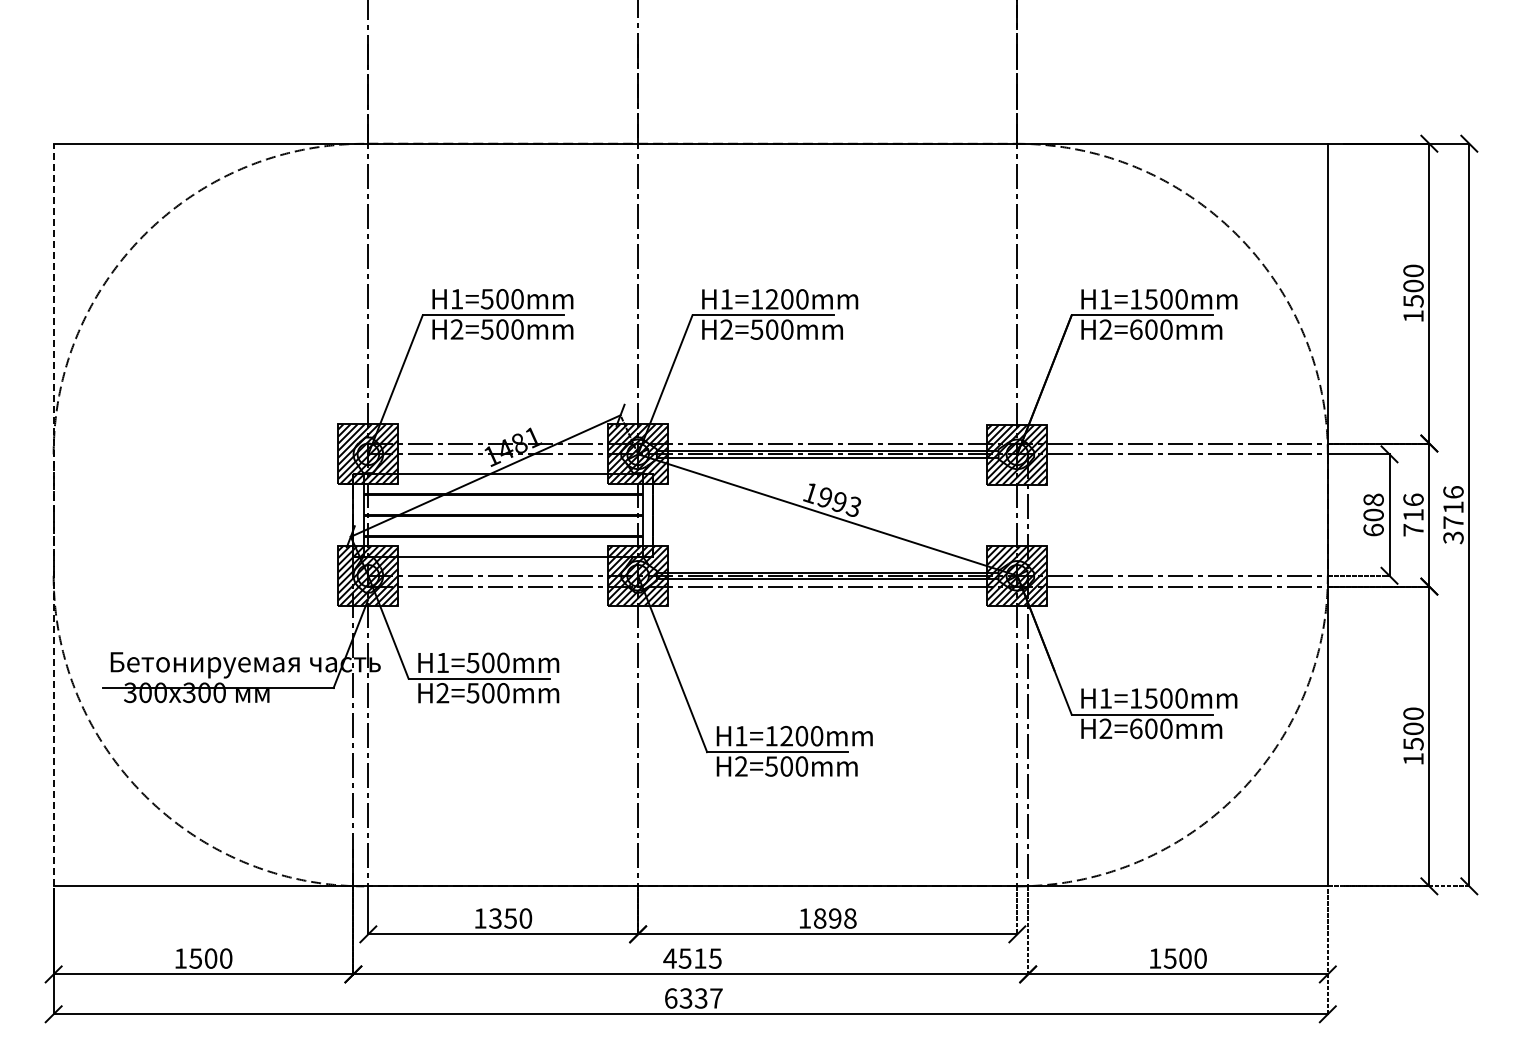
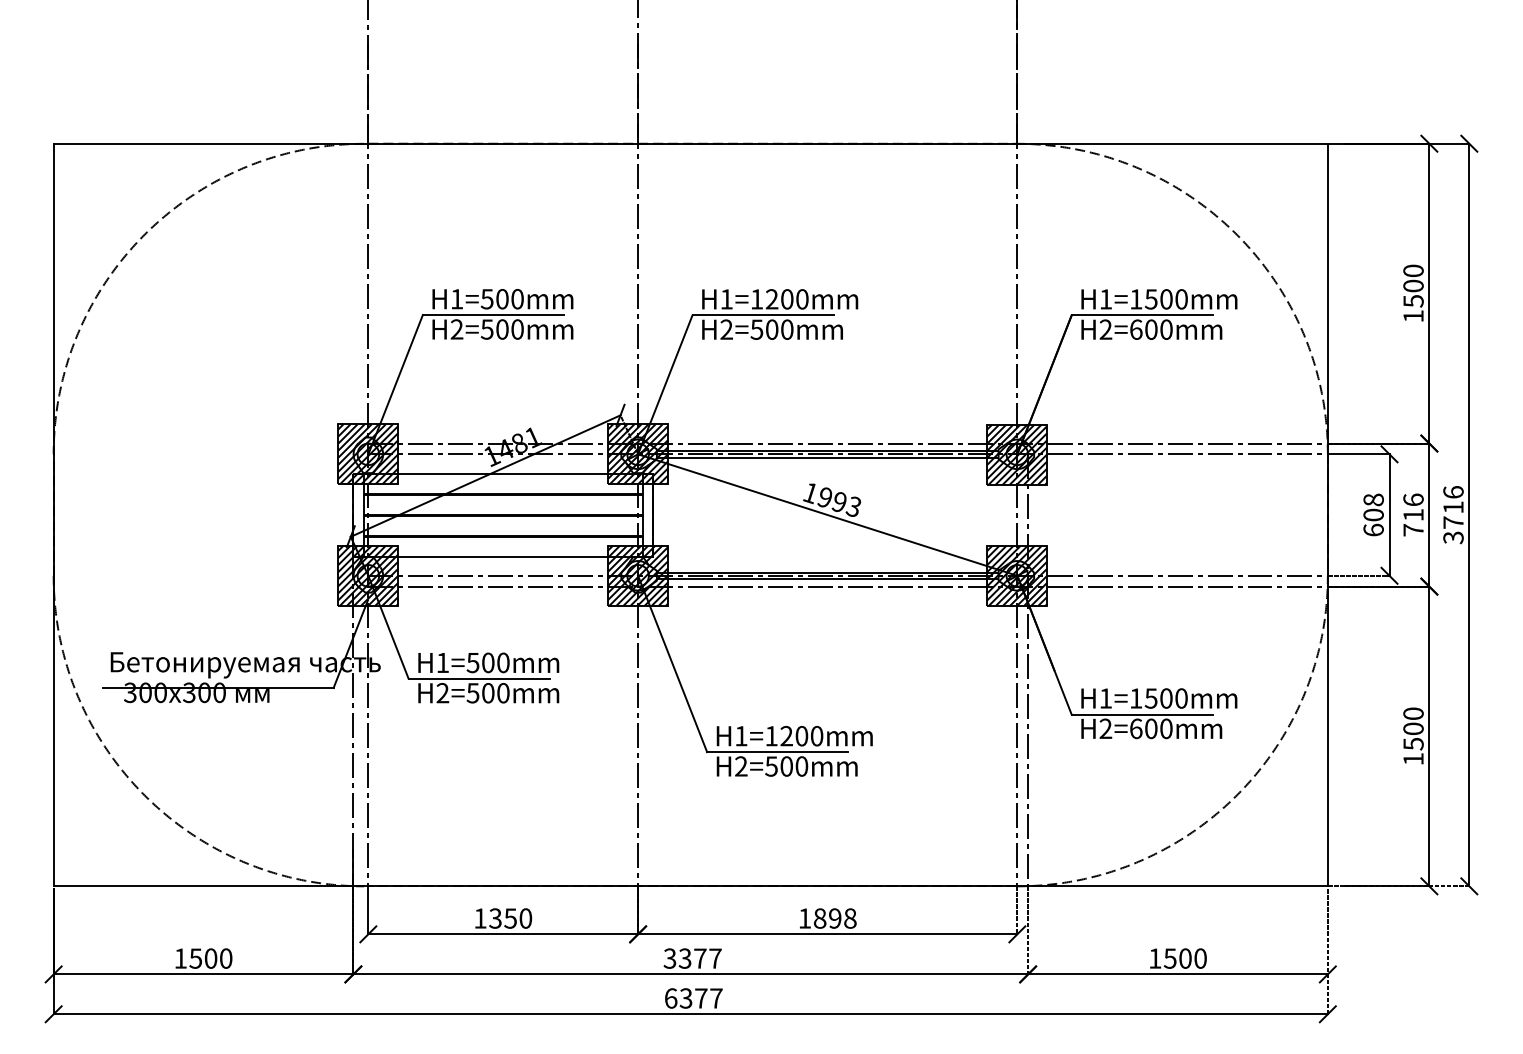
line at (53, 514): dashed -> solid
text at (692, 958): 4515 -> 3377
text at (700, 998): 6337 -> 6377
